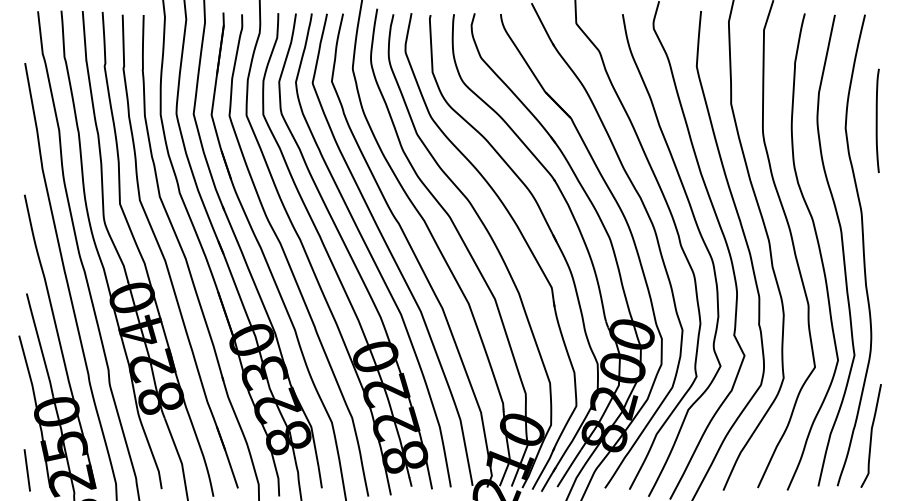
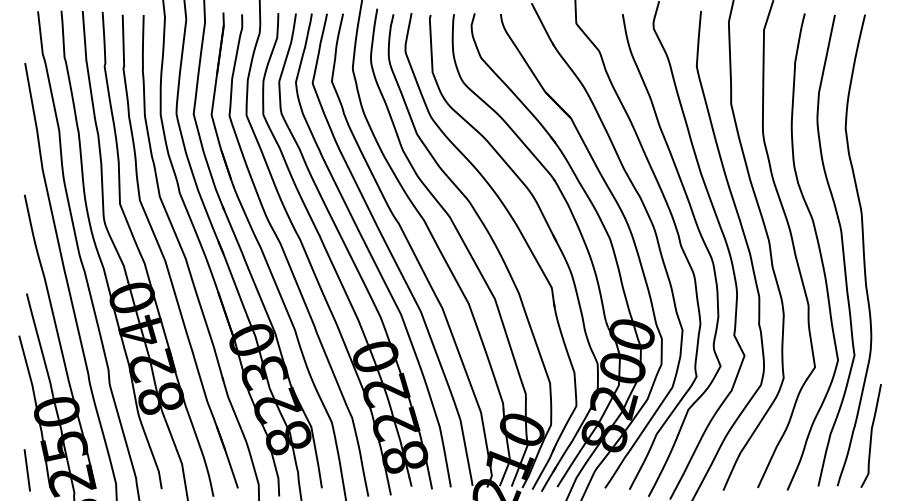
curve at (877, 120): present -> none
